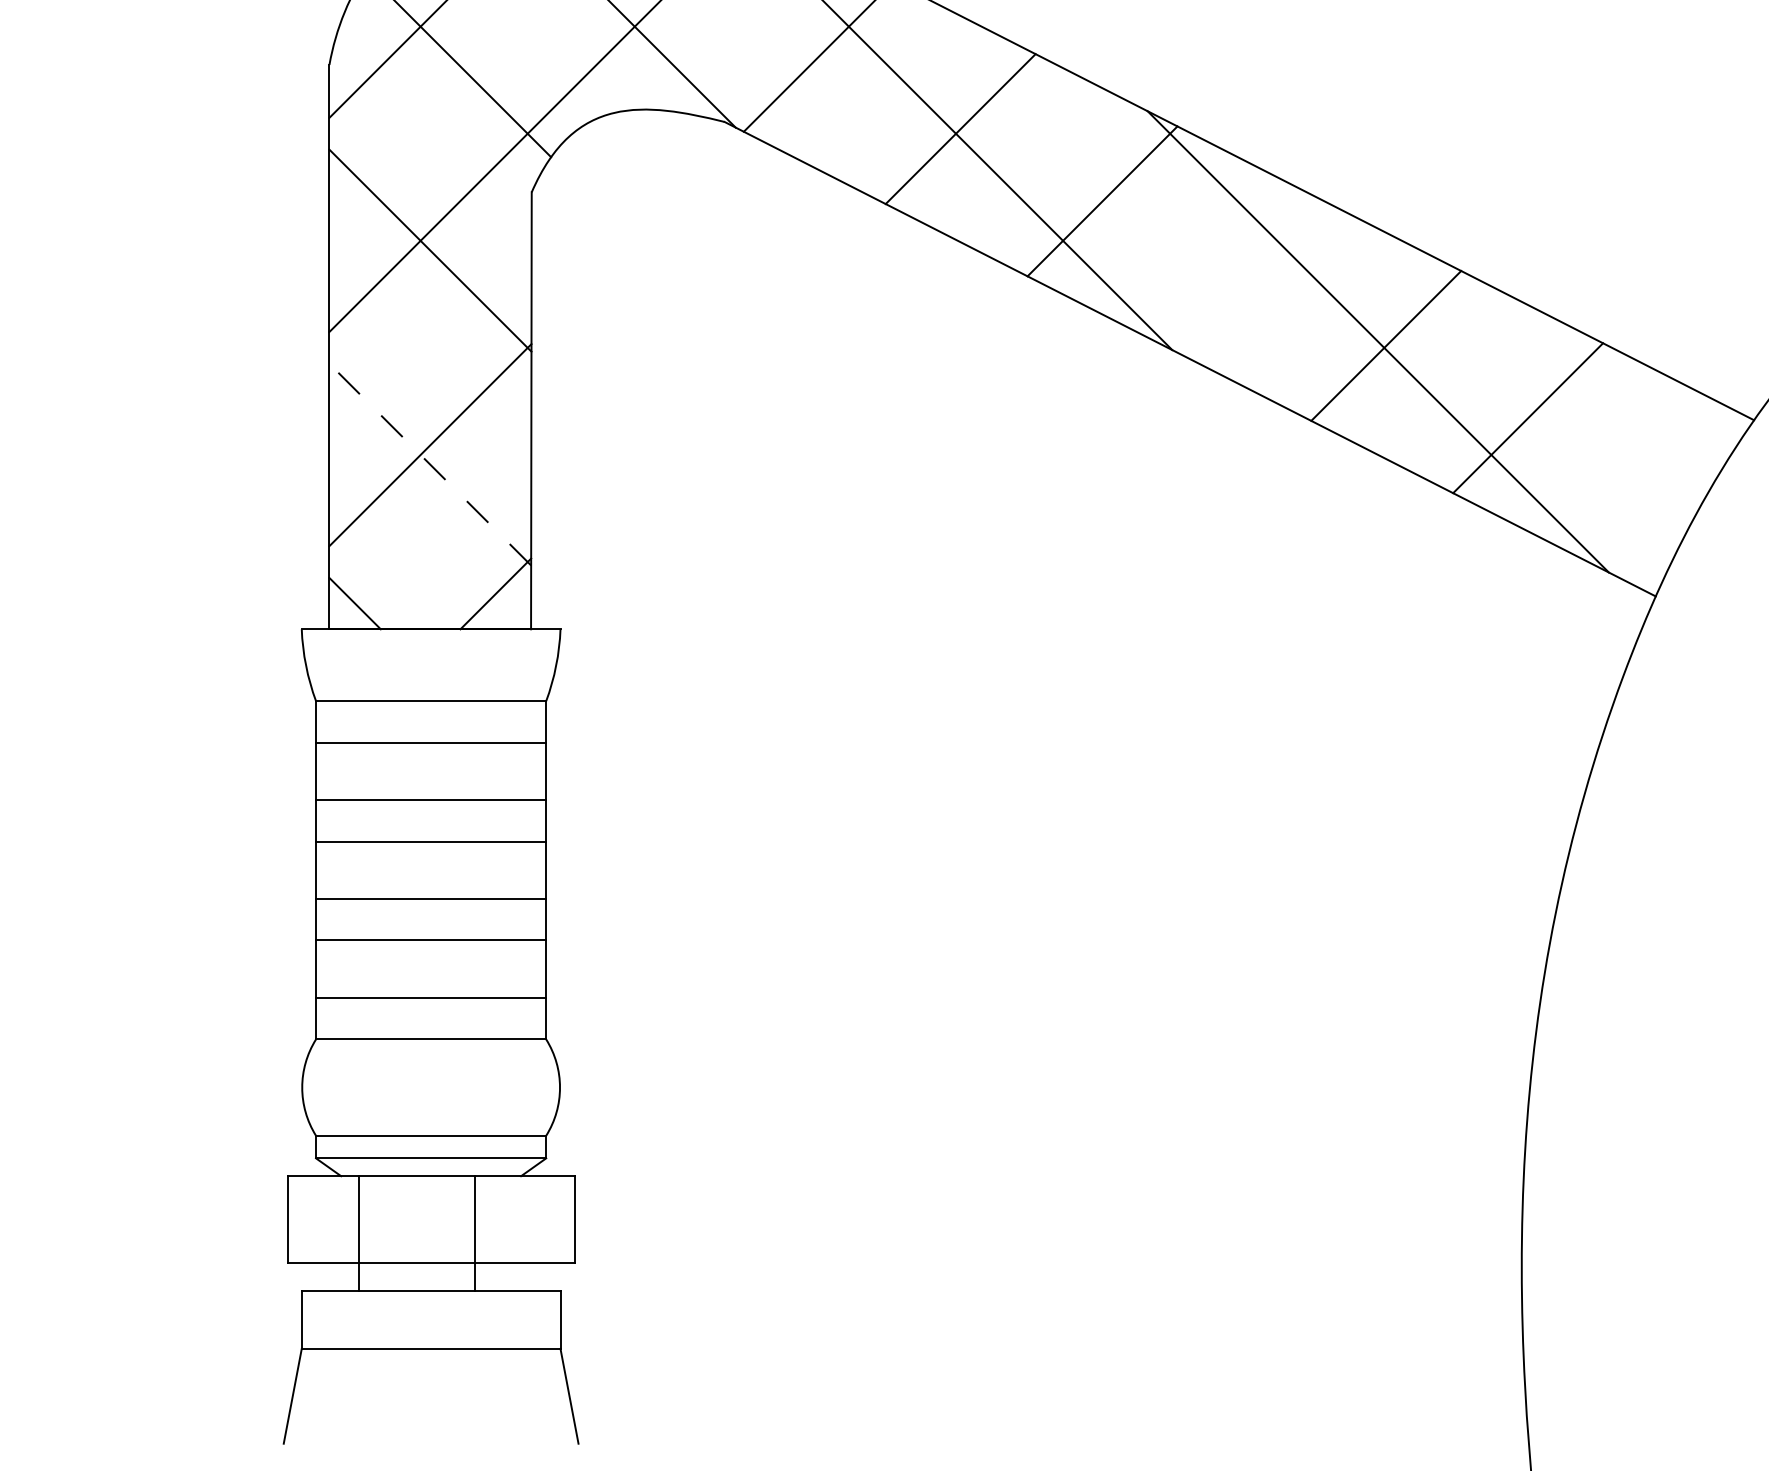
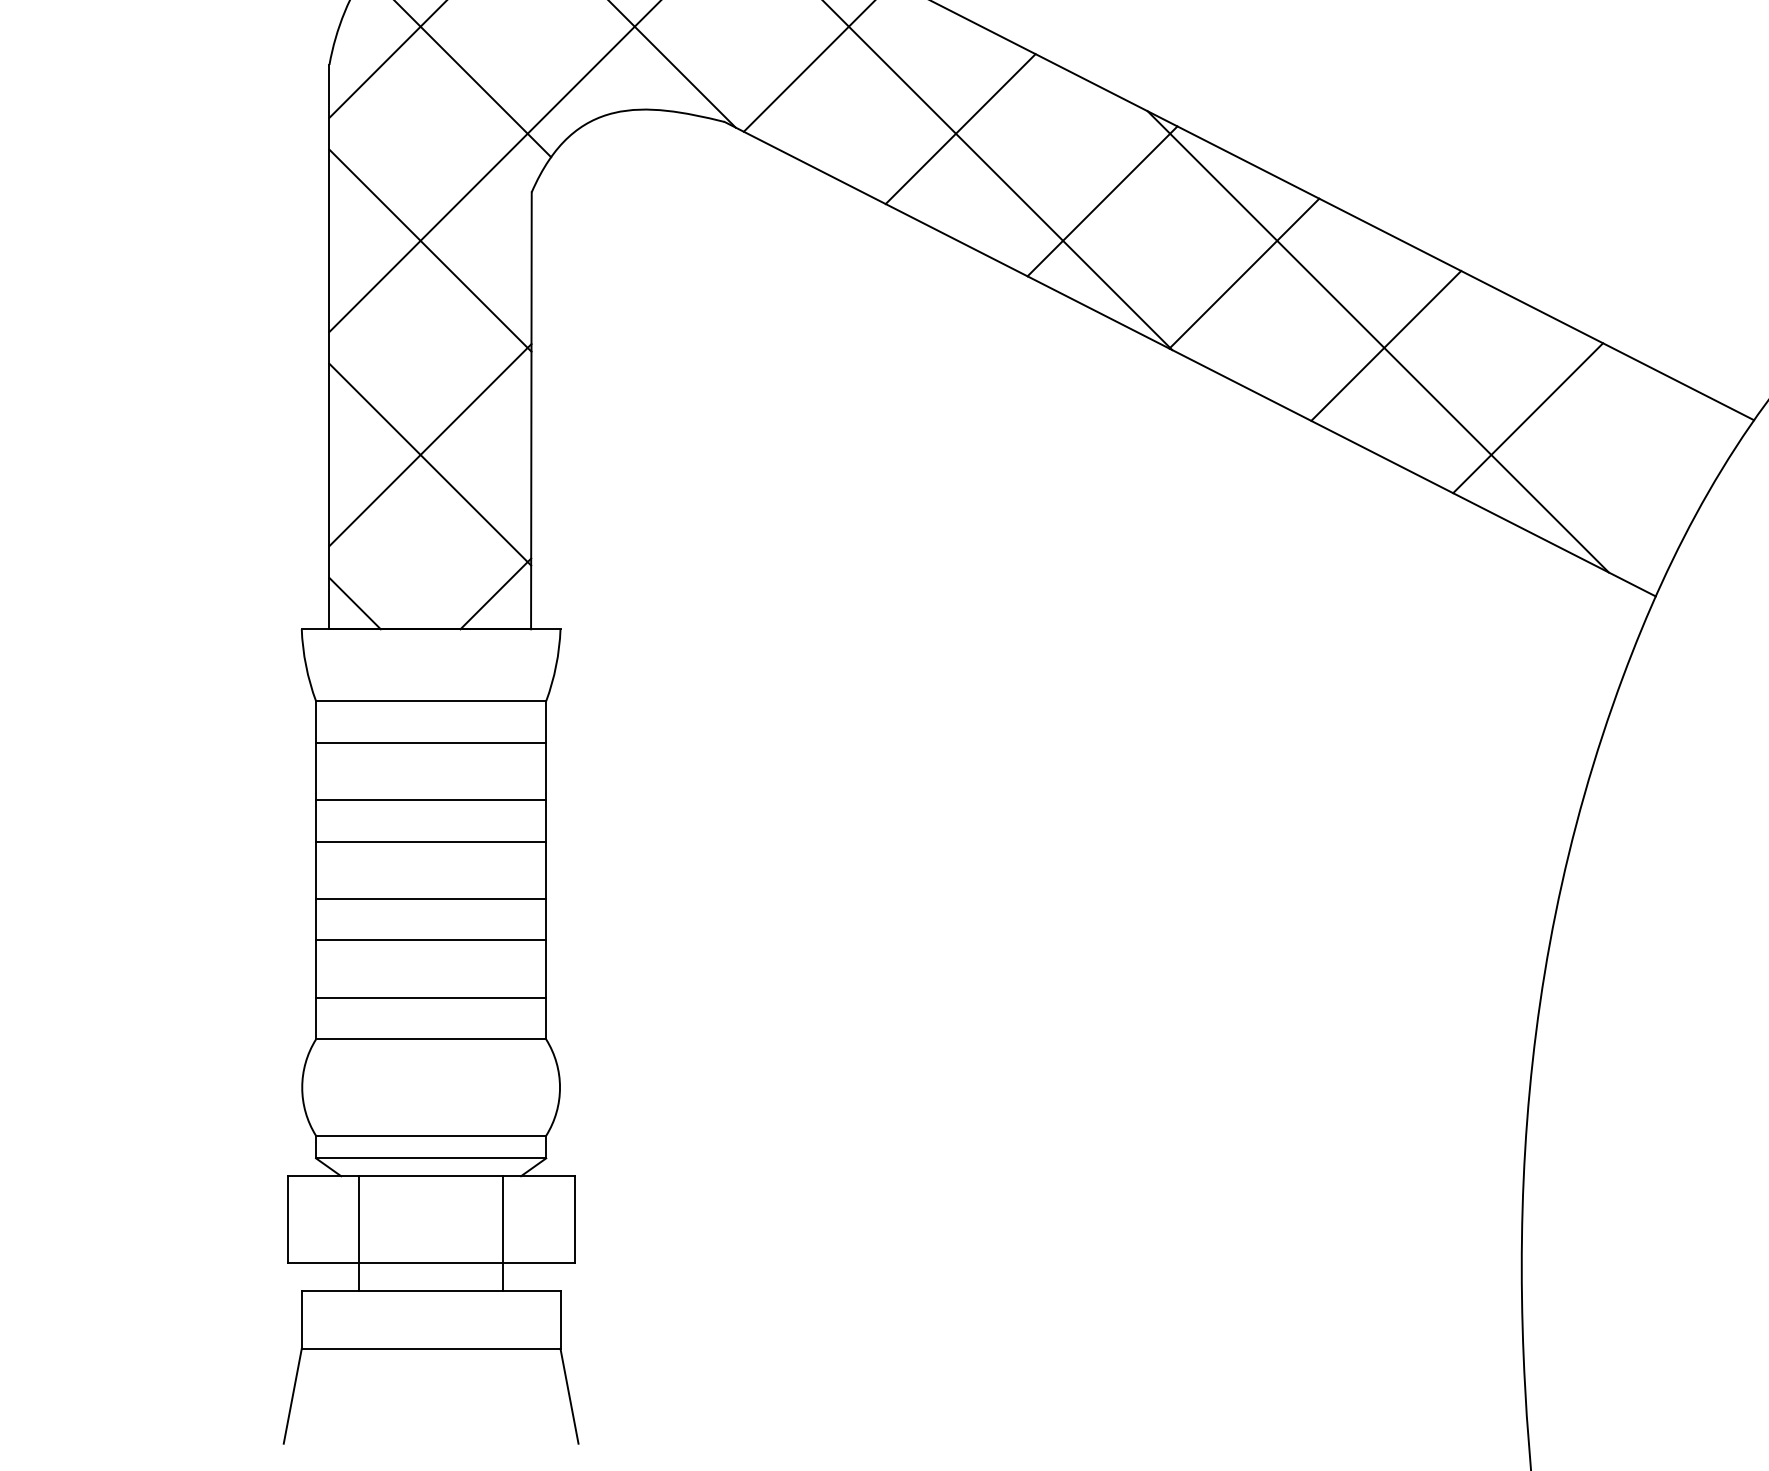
line at (1244, 273): none -> present
line at (430, 464): dashed -> solid
line at (474, 1233) position: (474, 1233) -> (502, 1233)
